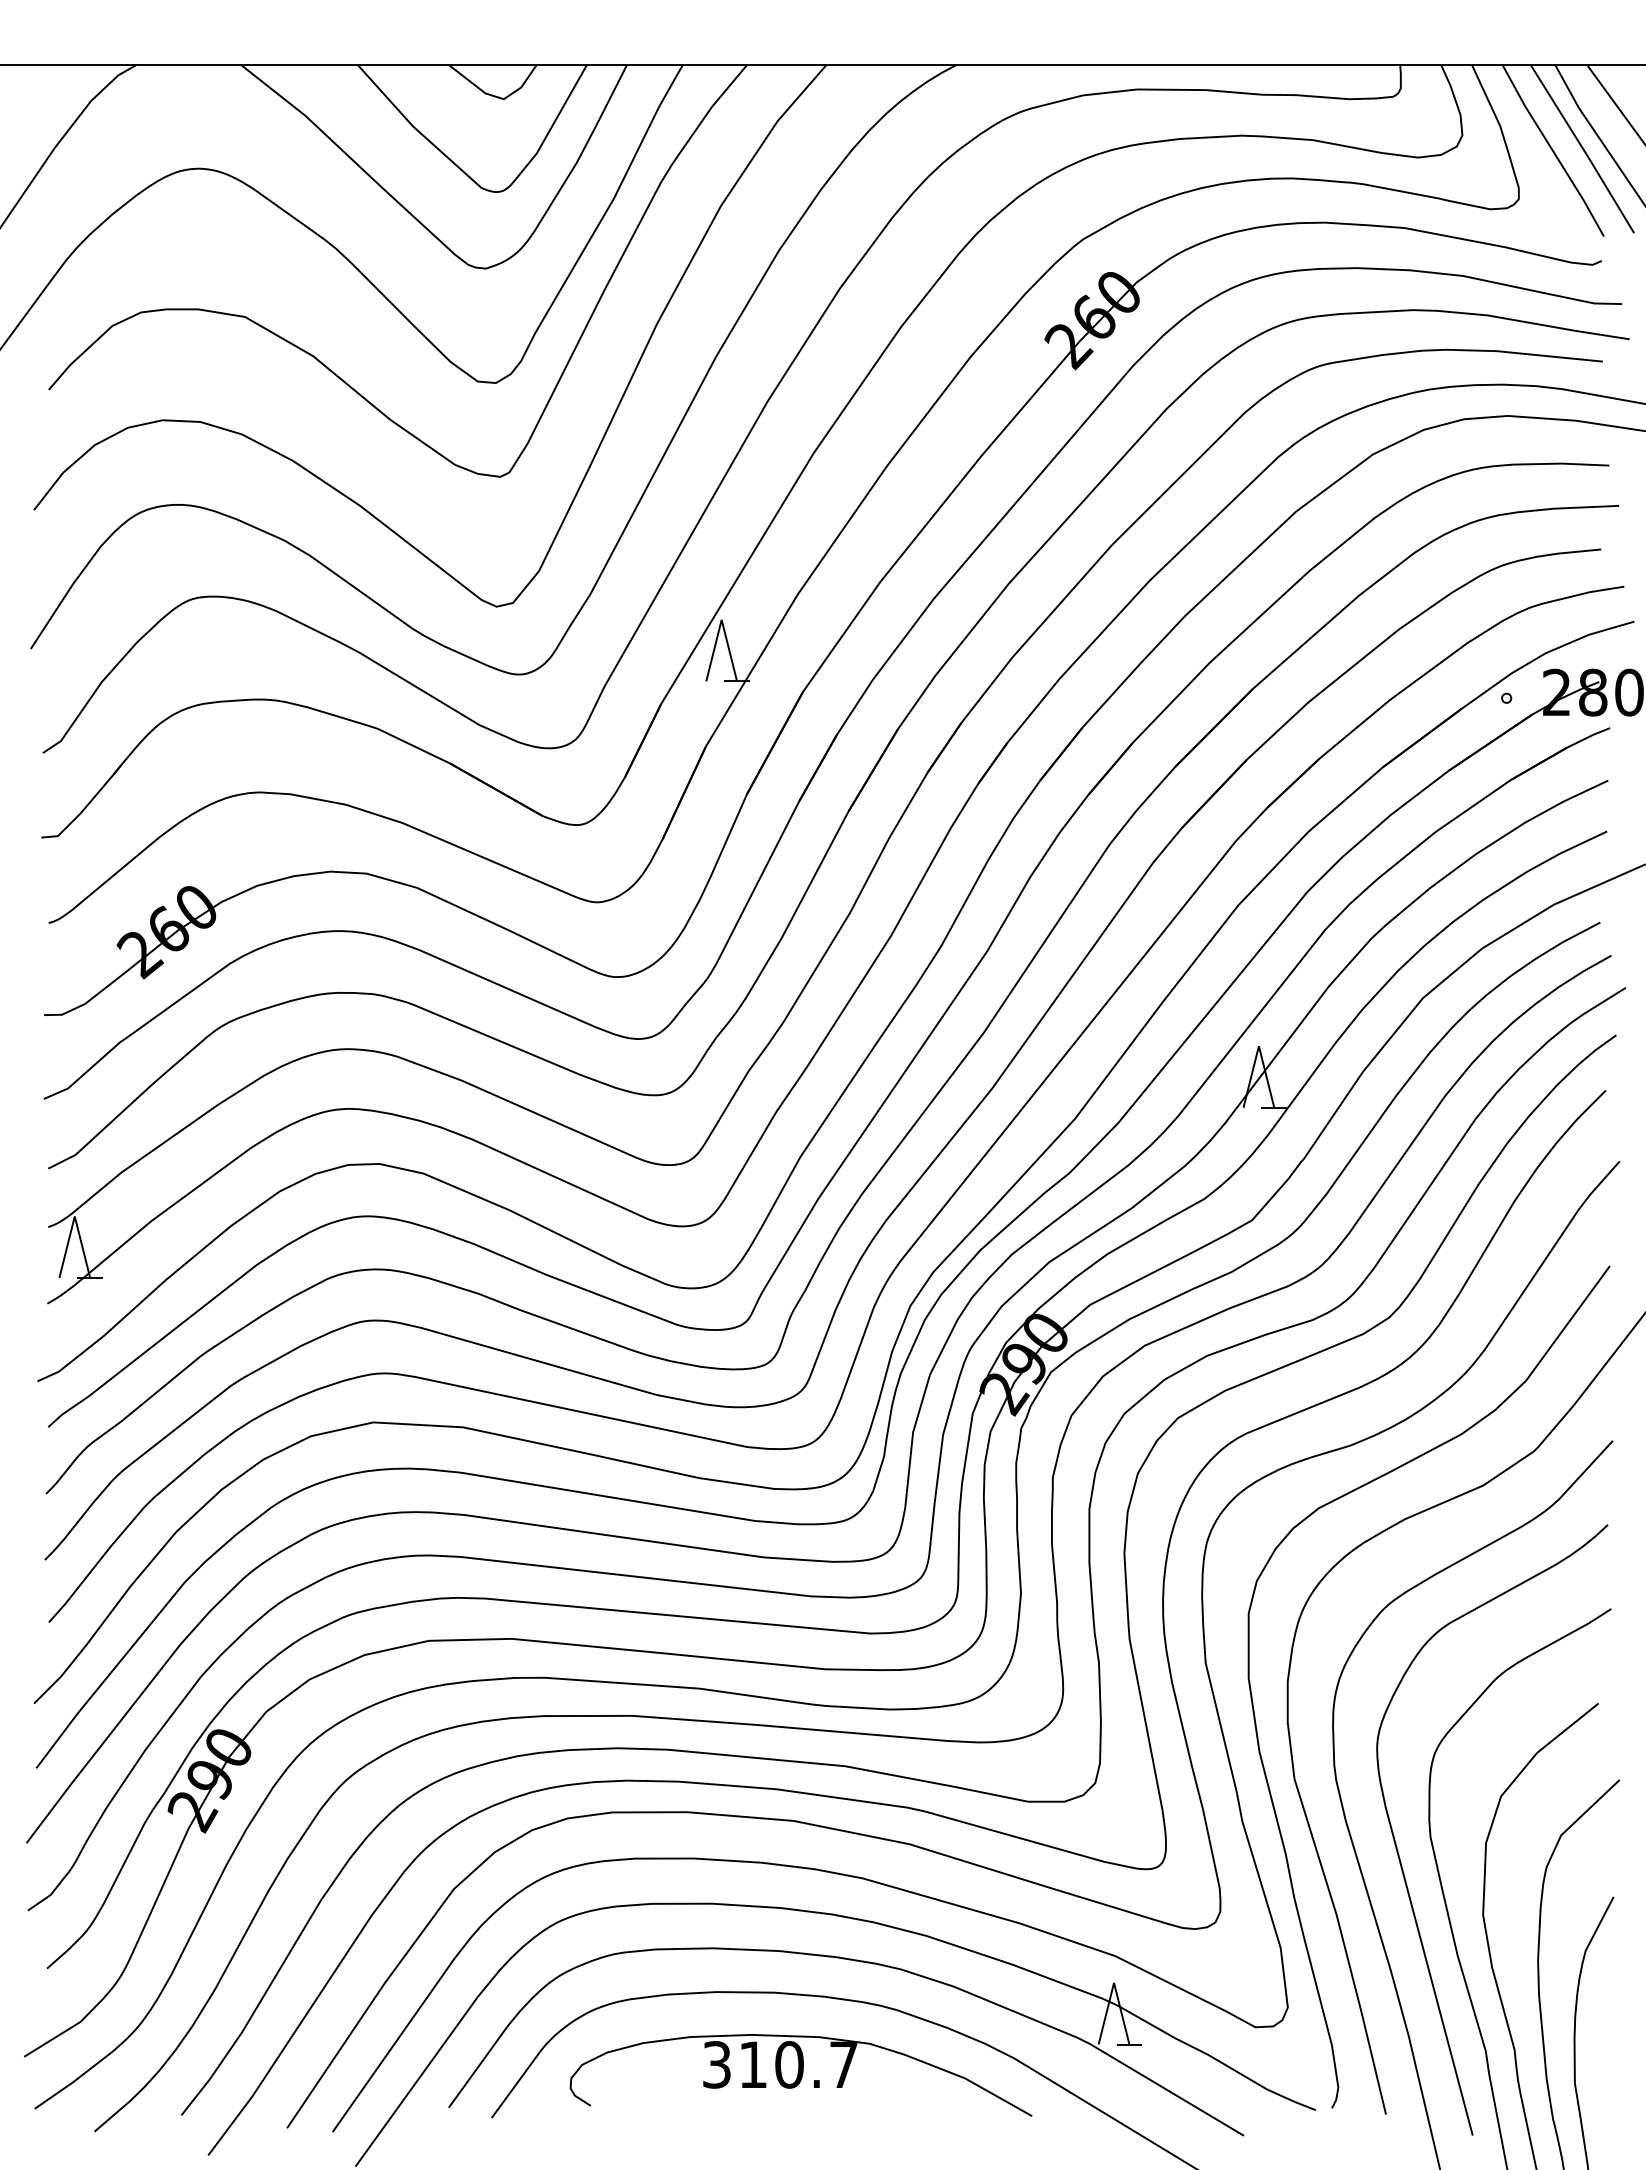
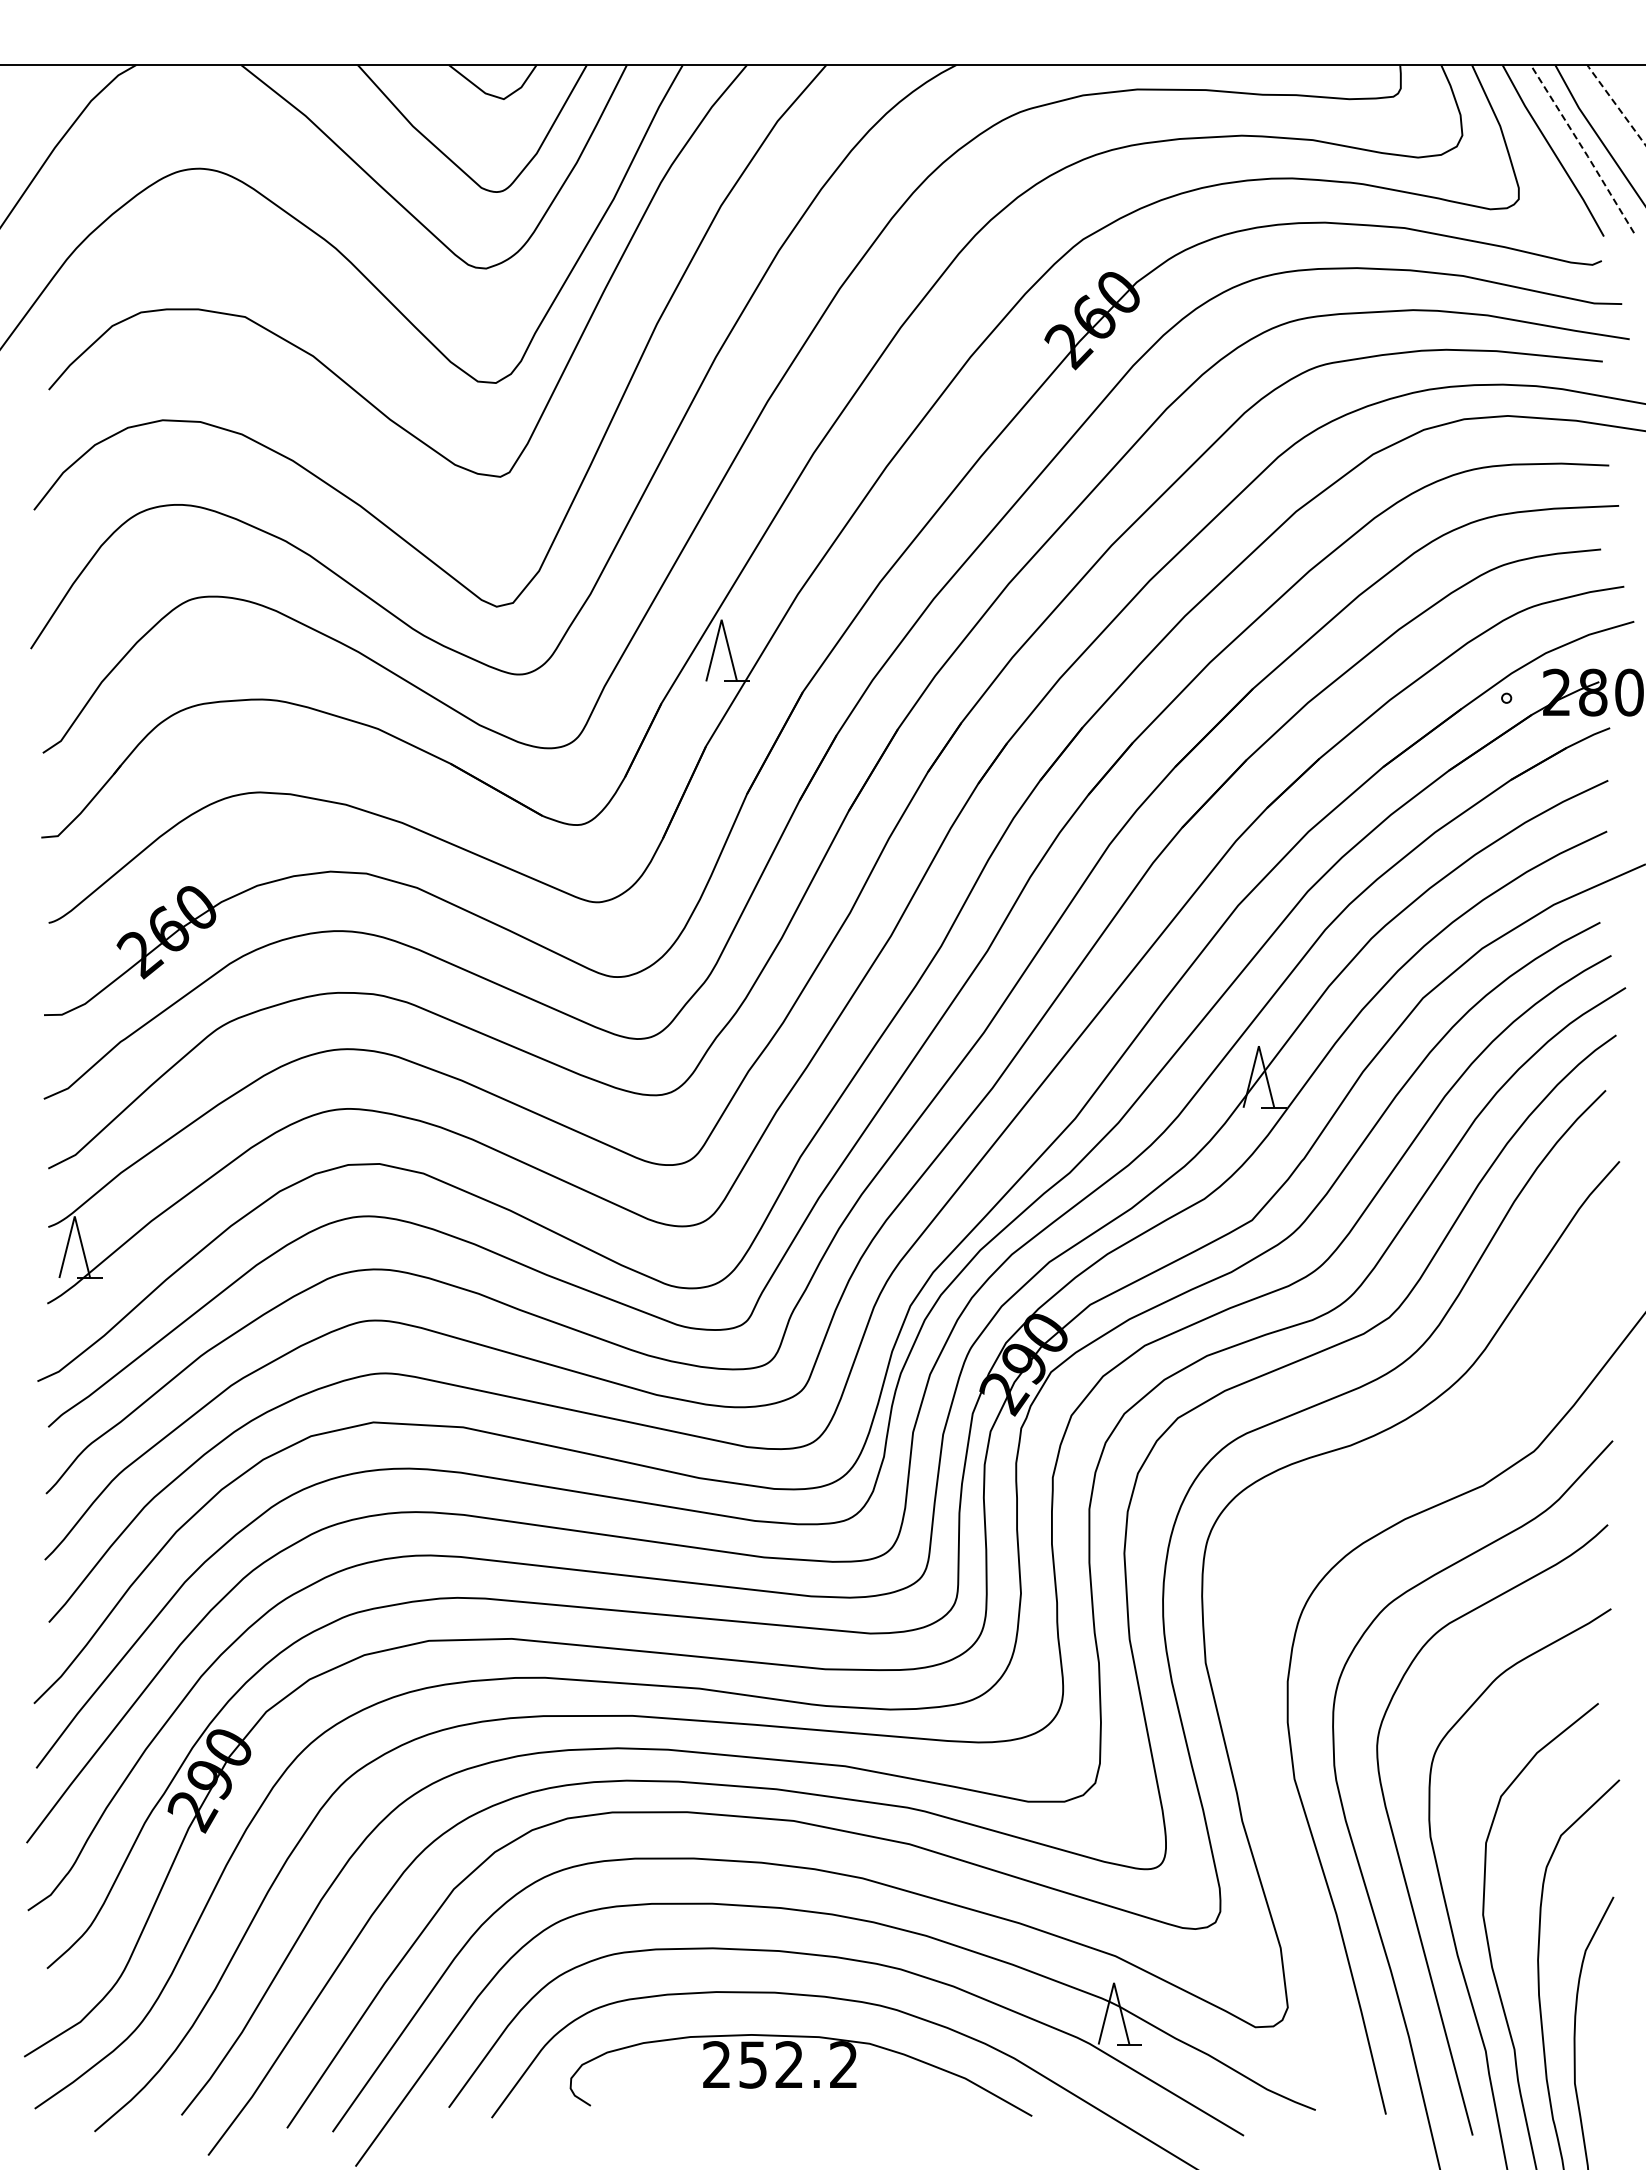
line at (1615, 104): solid -> dashed
line at (1583, 149): solid -> dashed
curve at (1254, 1708): present -> none
text at (780, 2064): 310.7 -> 252.2
